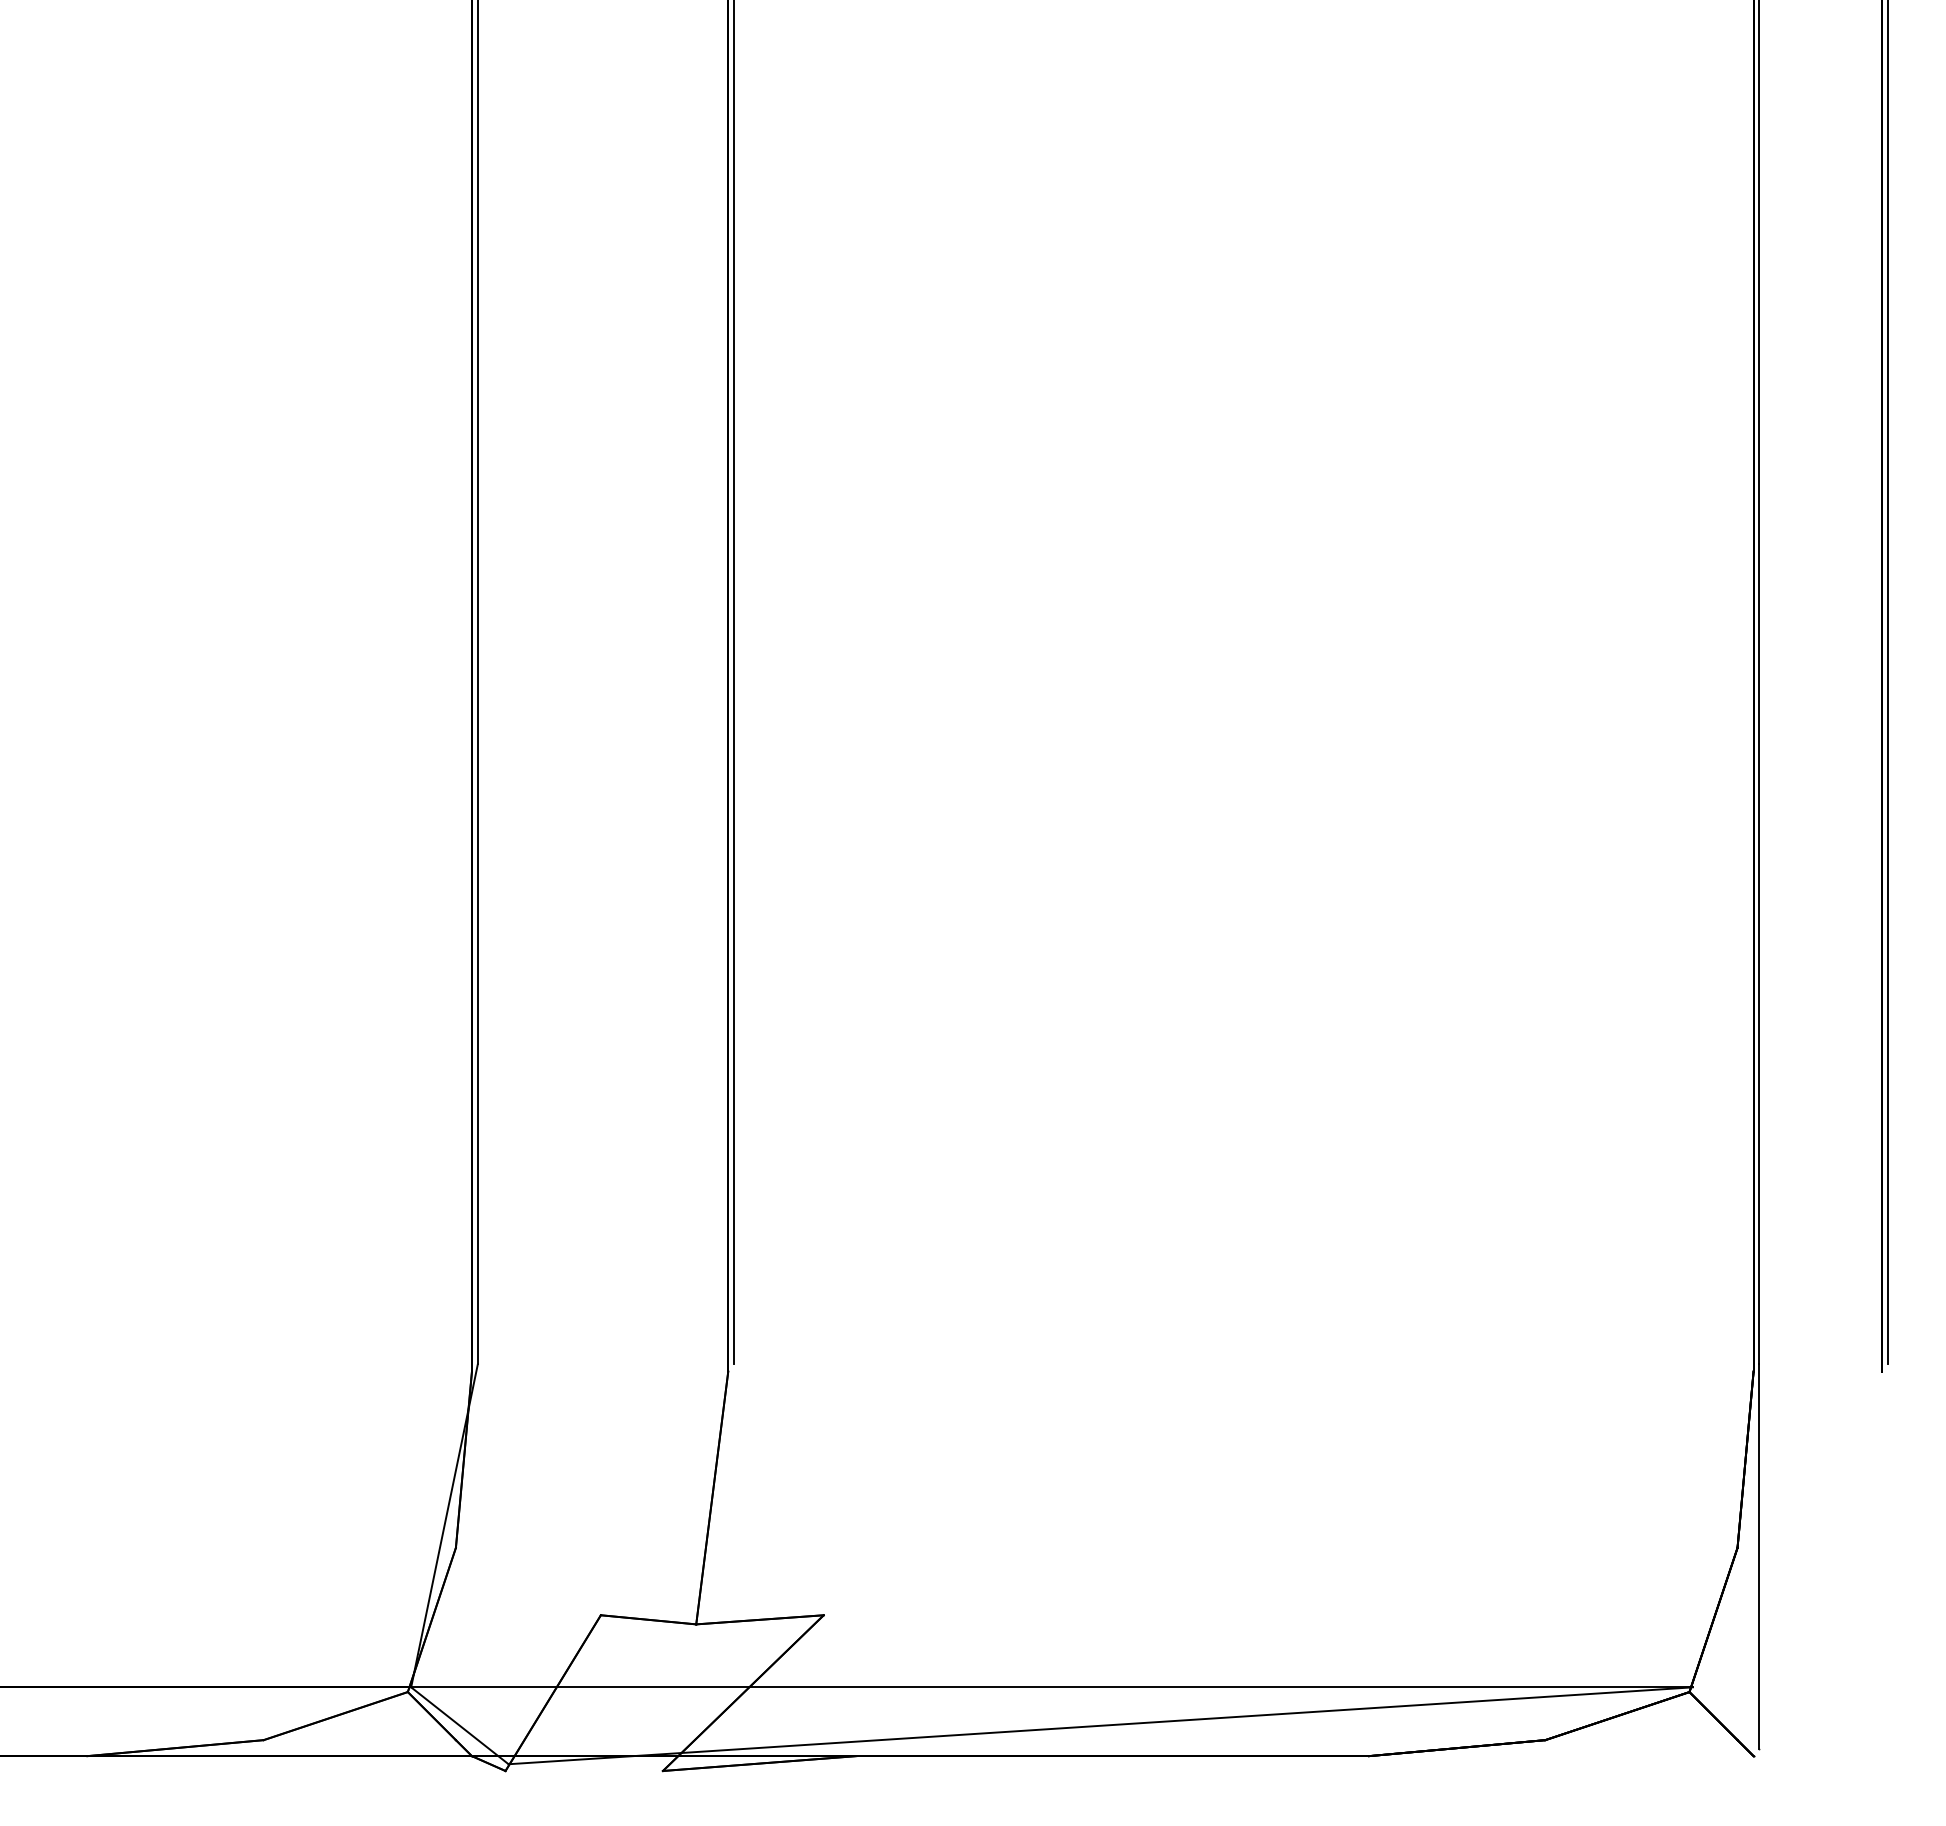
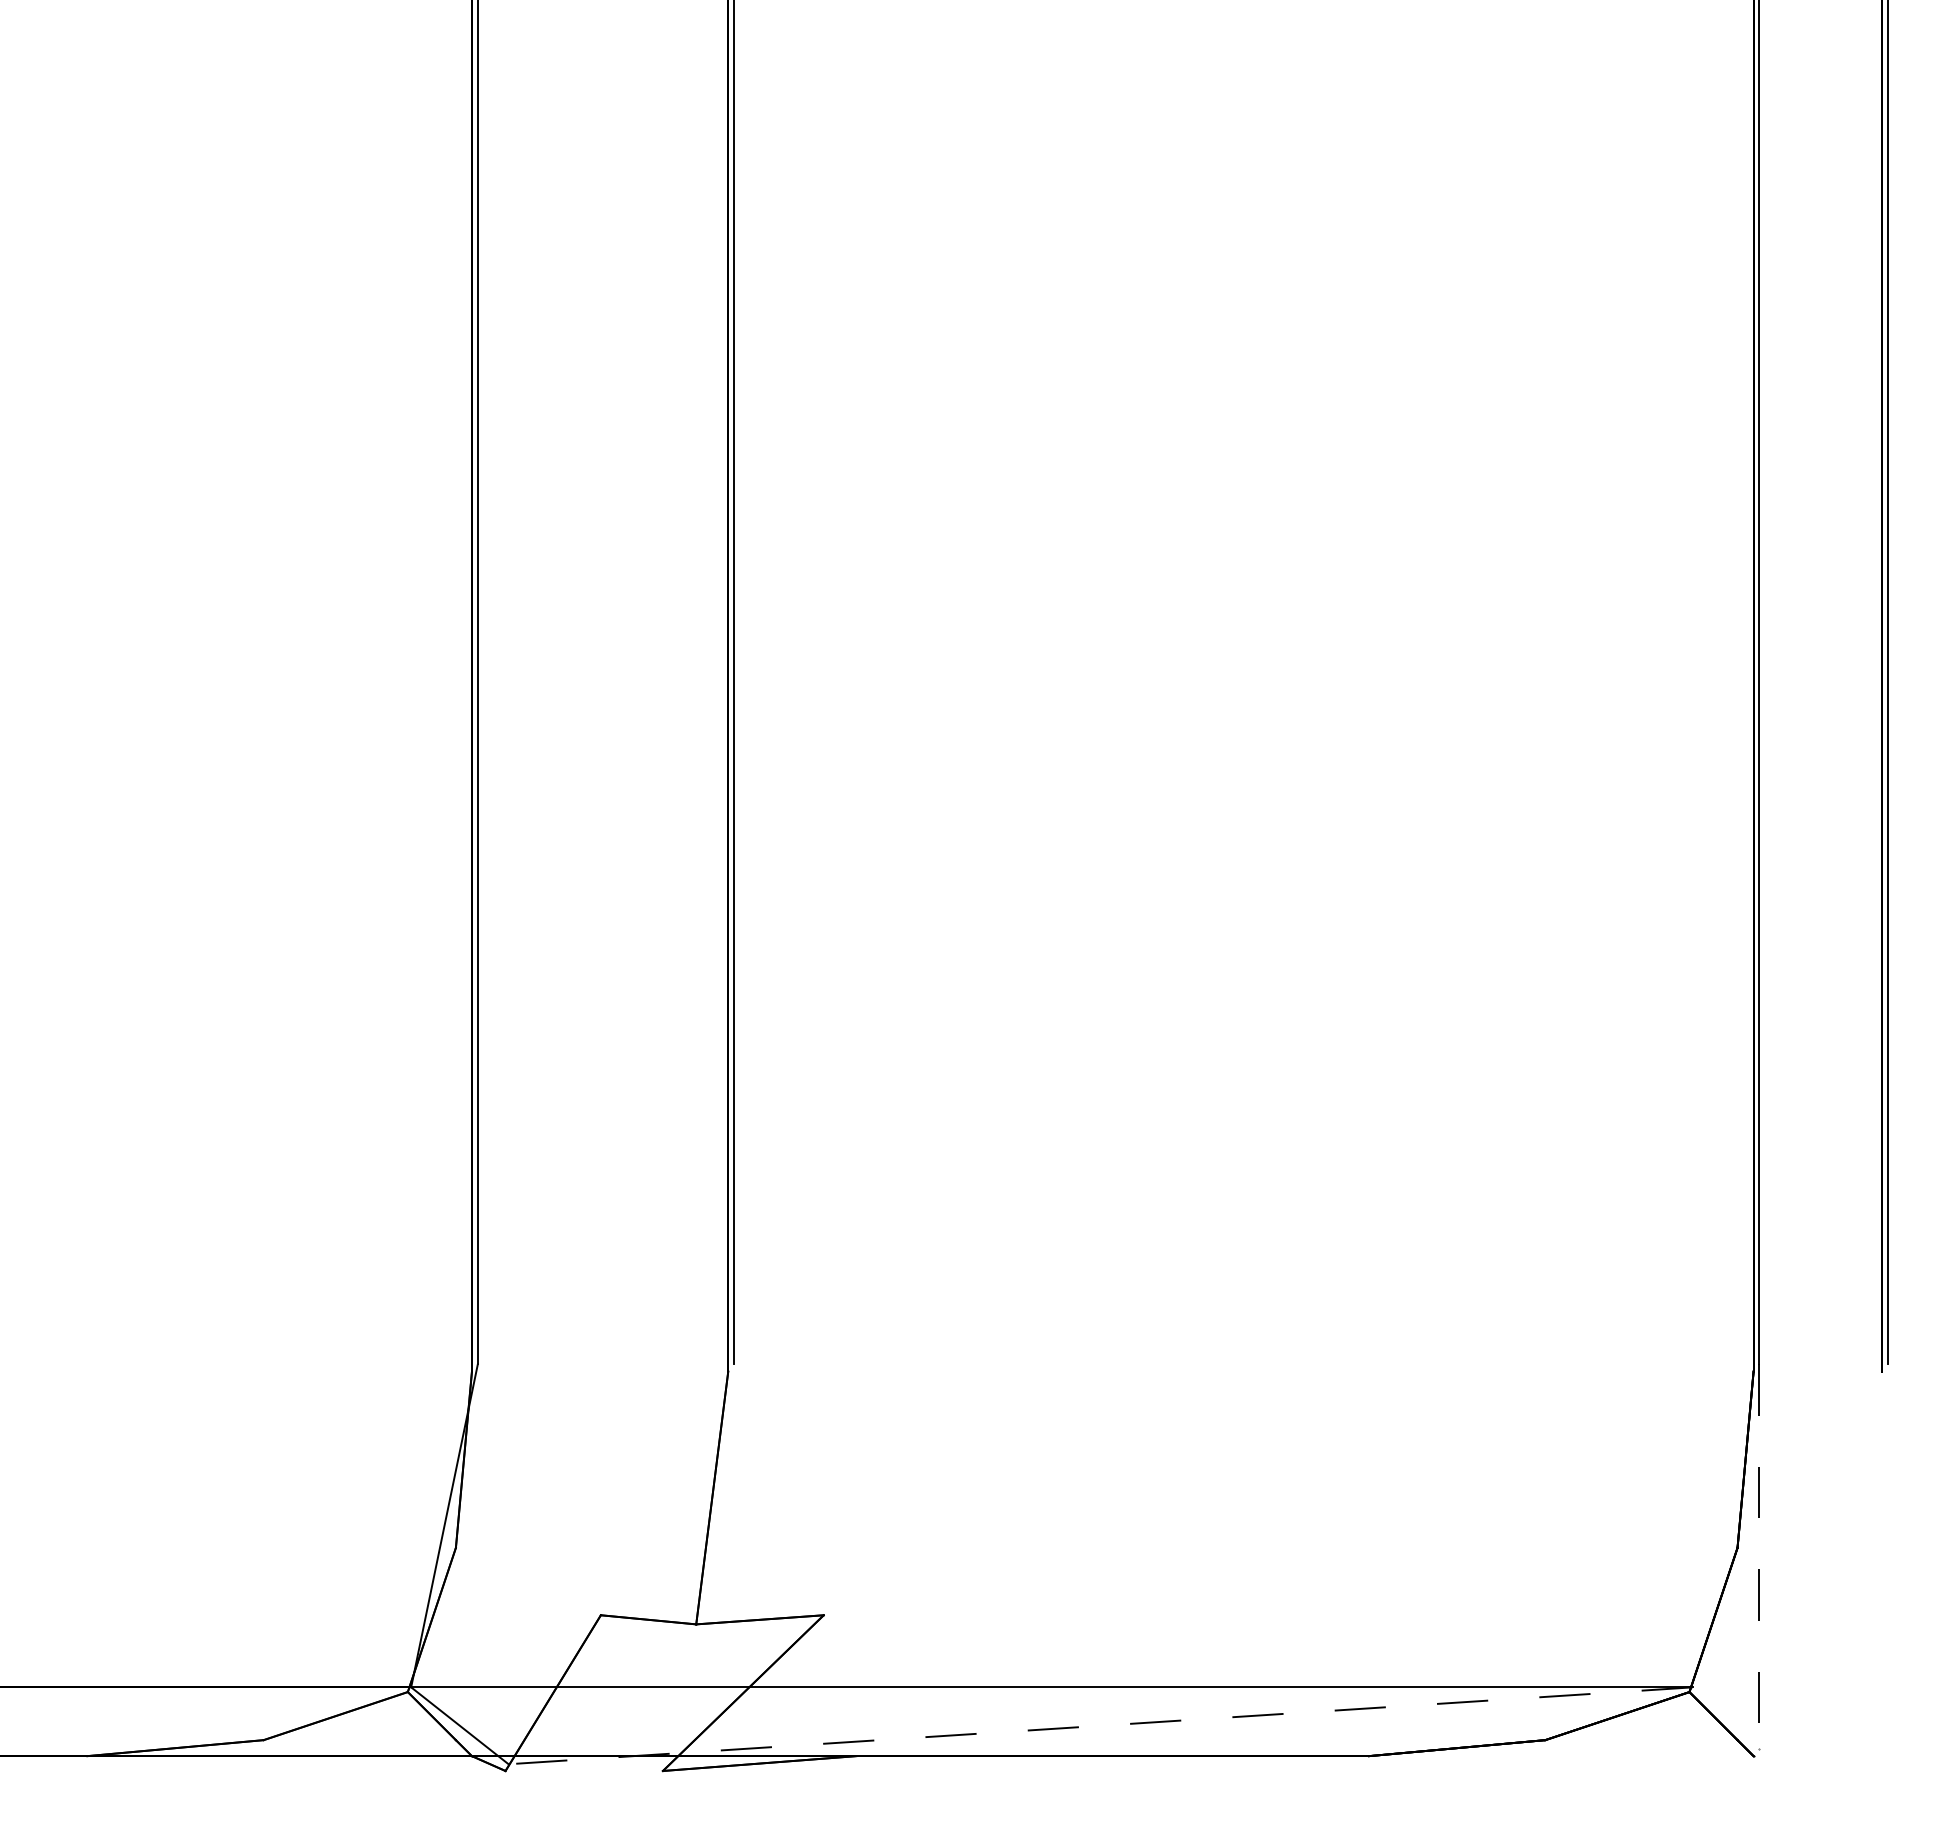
line at (1759, 1557): solid -> dashed
line at (1100, 1725): solid -> dashed
